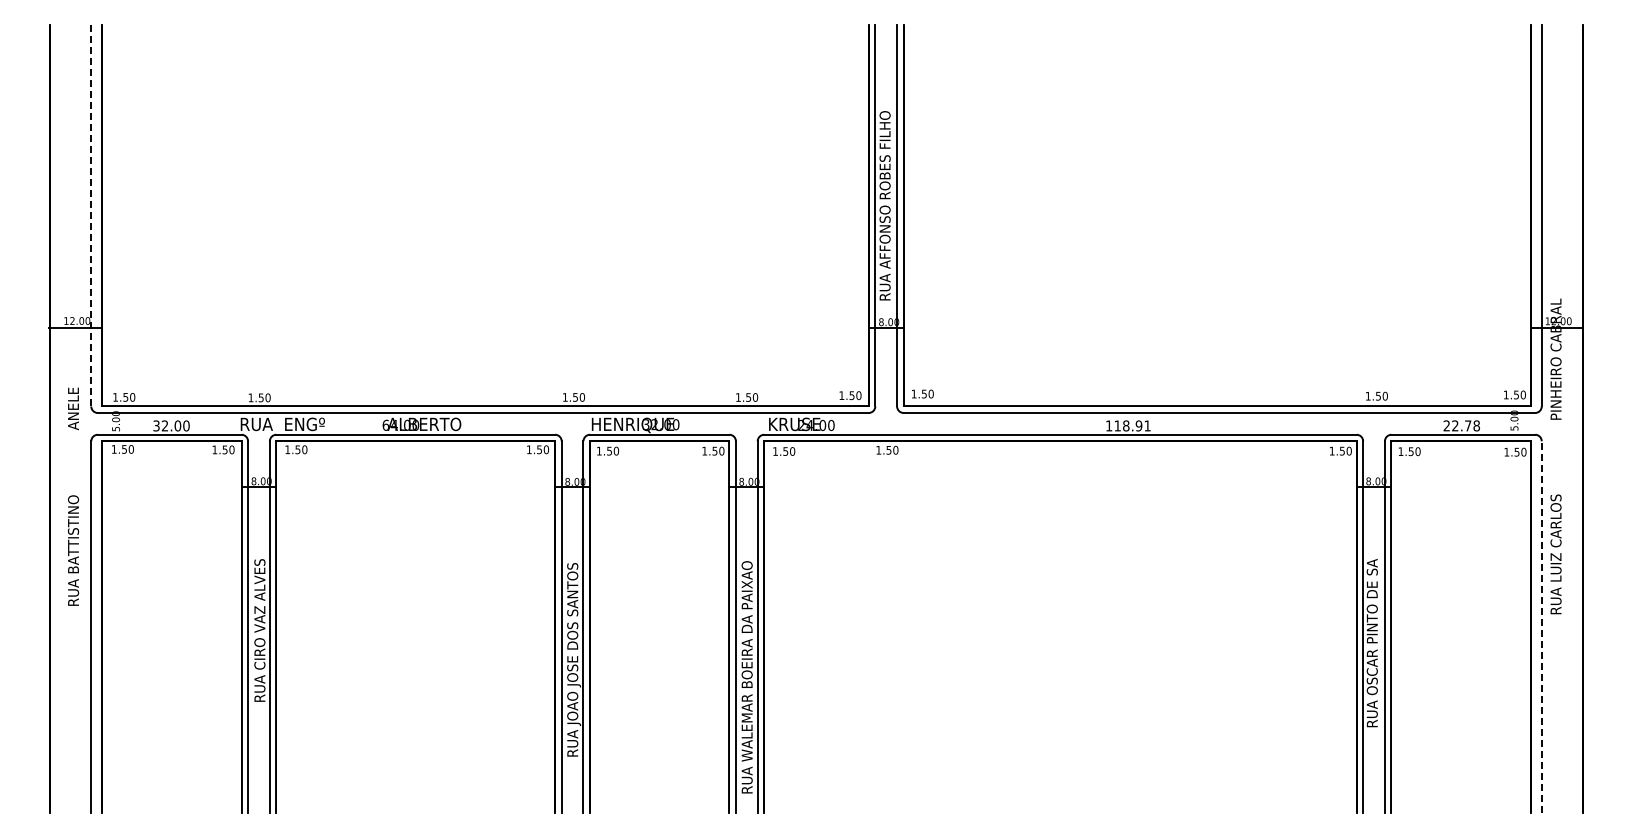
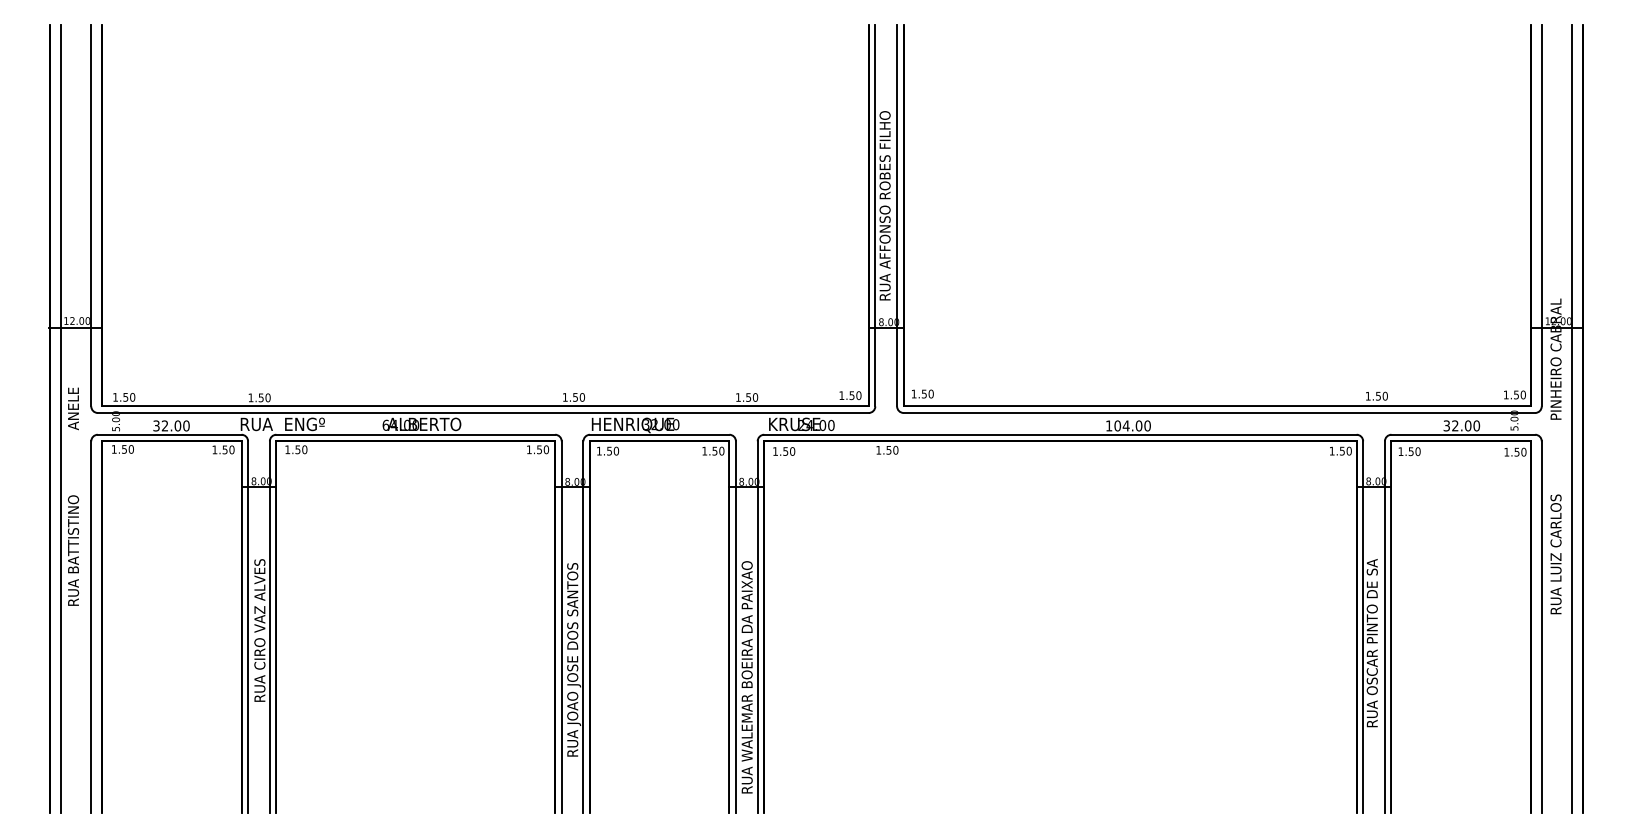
line at (91, 215): dashed -> solid
line at (60, 418): none -> present
line at (1572, 418): none -> present
text at (1132, 425): 118.91 -> 104.00
text at (1461, 425): 22.78 -> 32.00
line at (1541, 626): dashed -> solid
